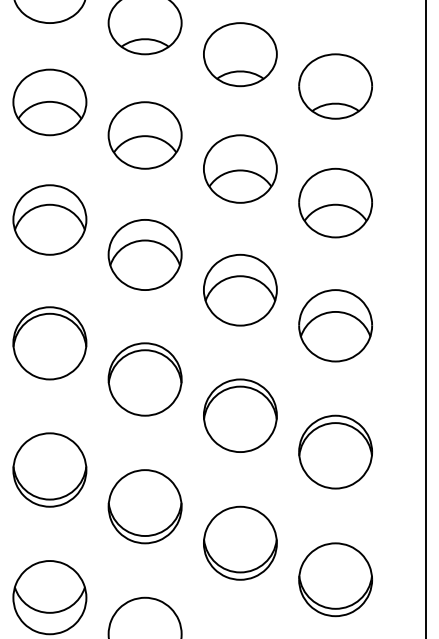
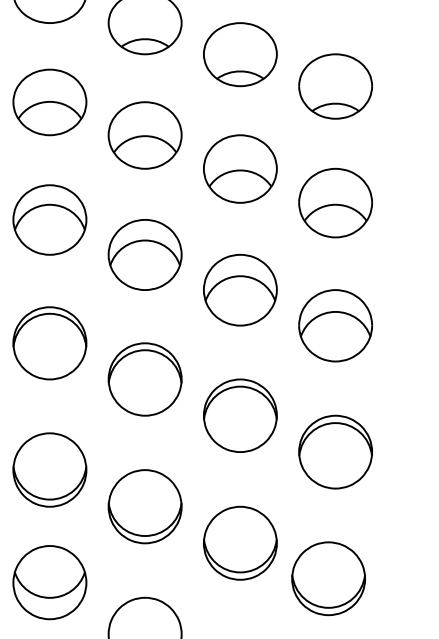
line at (425, 318): present -> none
part at (335, 579) position: (335, 579) -> (328, 578)
part at (49, 597) position: (49, 597) -> (49, 582)
